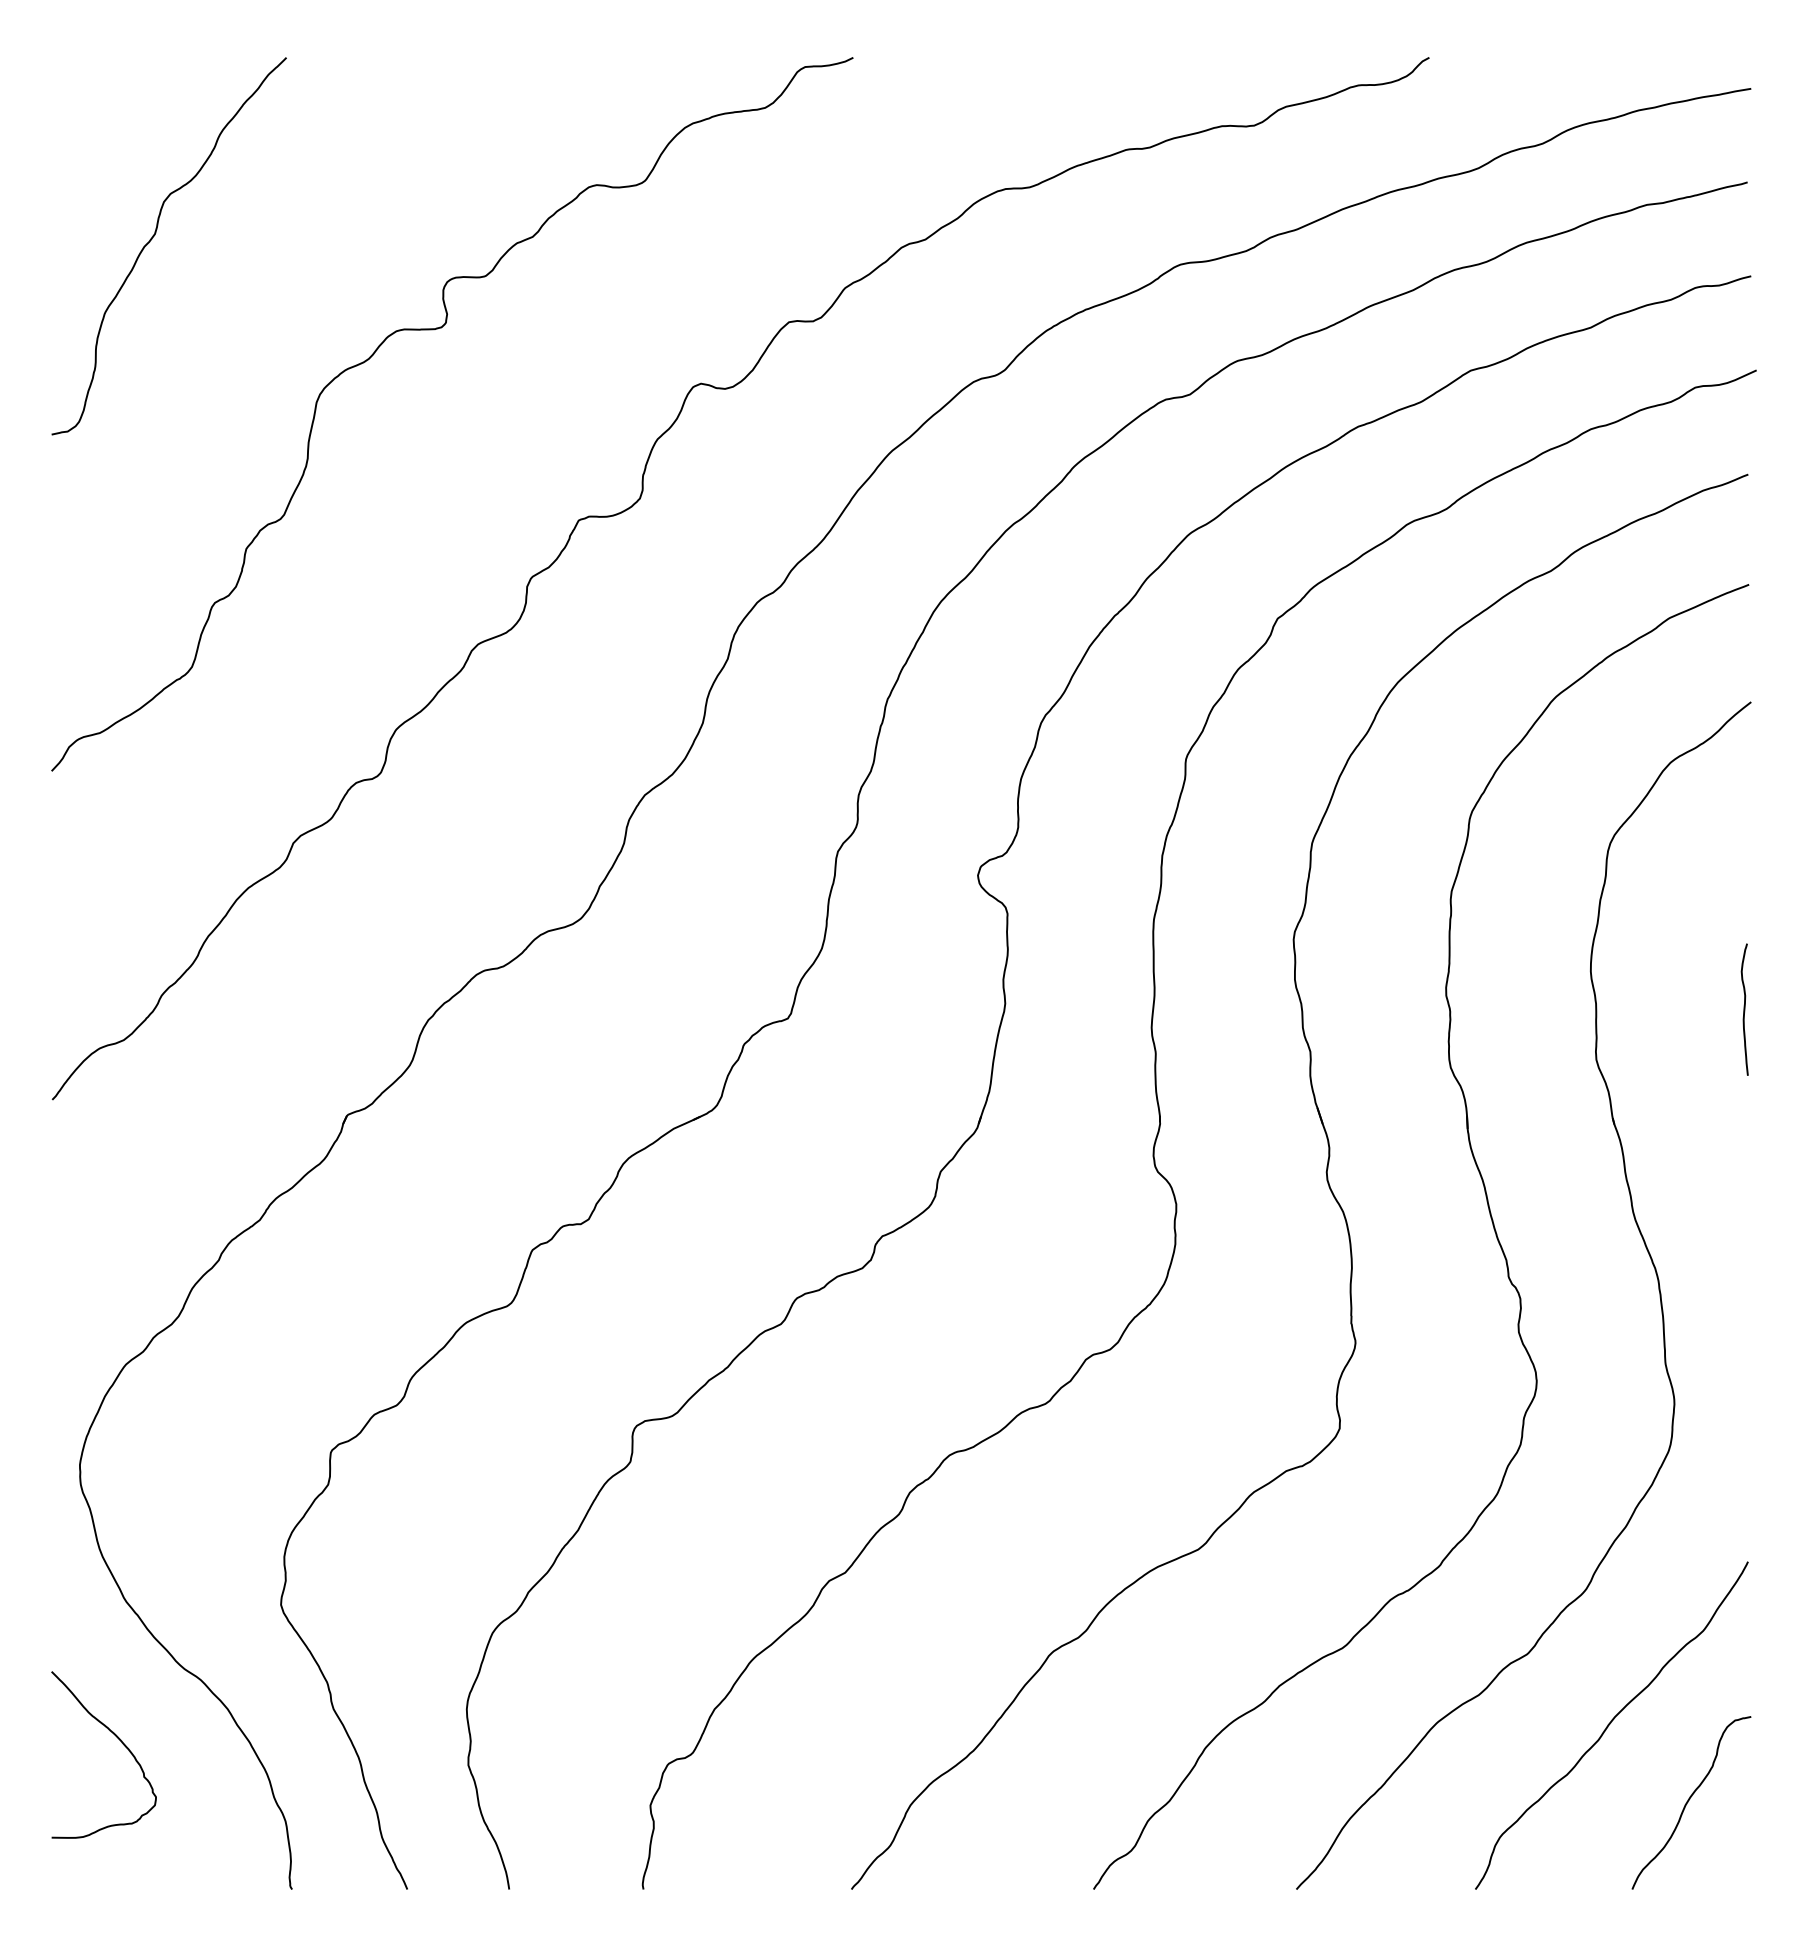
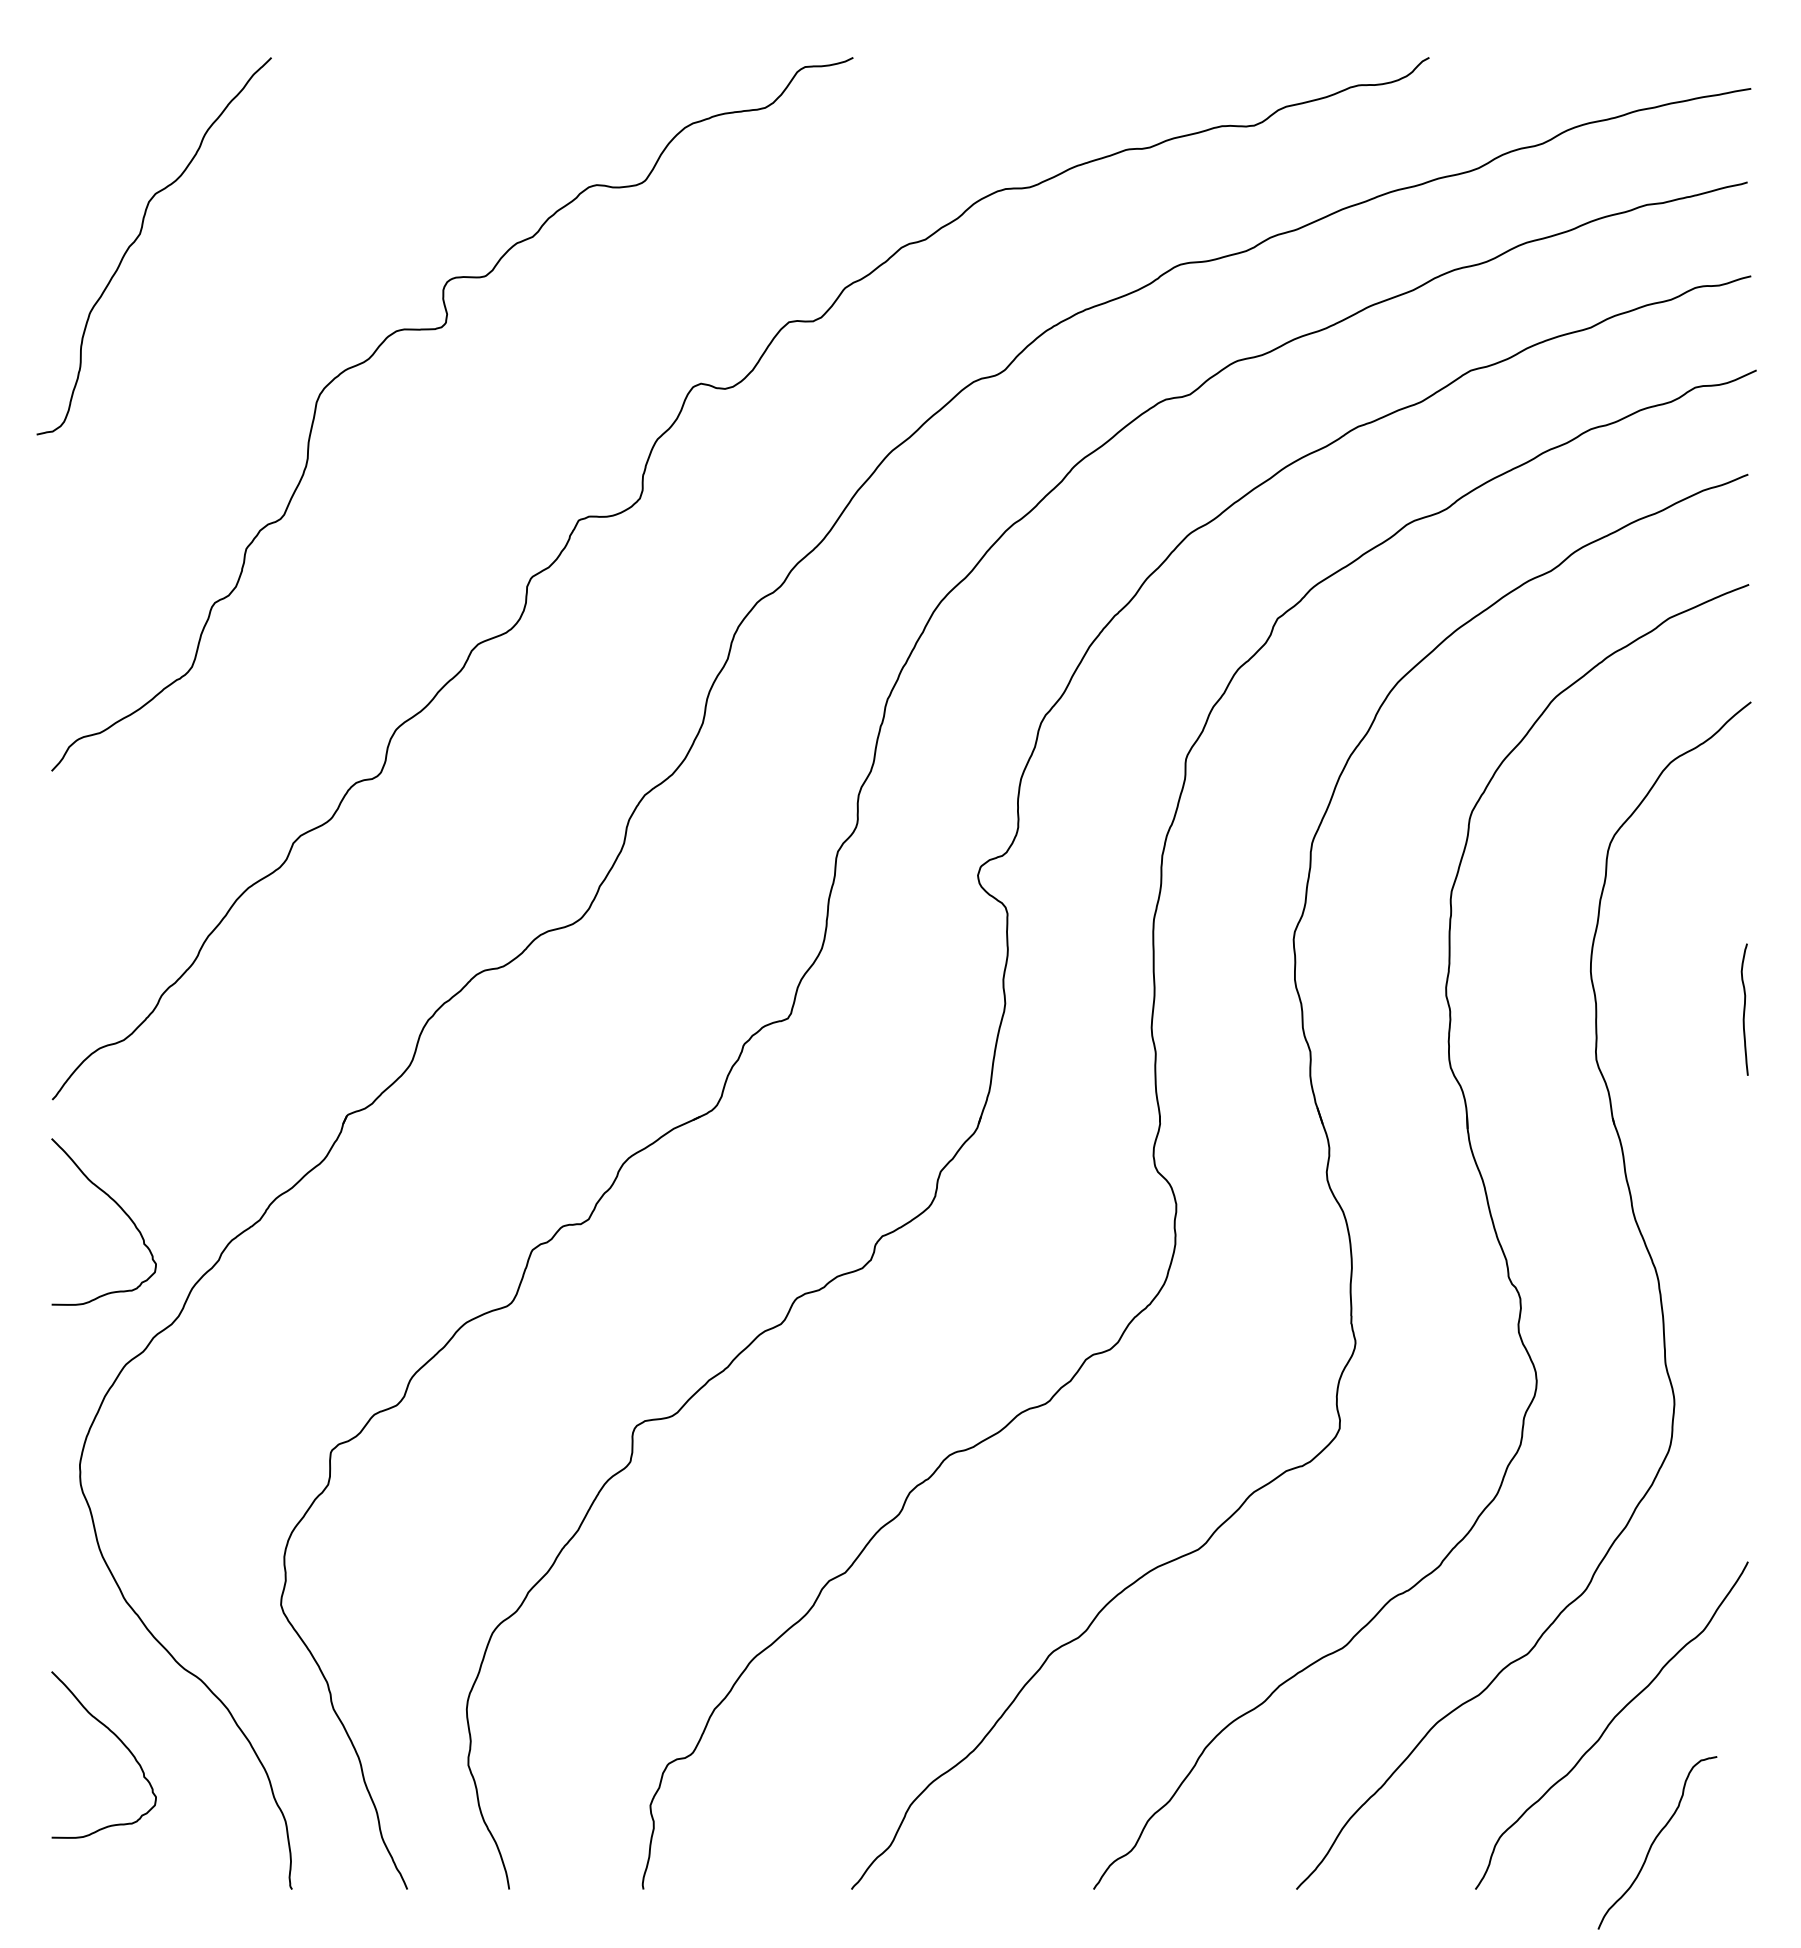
curve at (155, 235) position: (155, 235) -> (140, 235)
curve at (118, 1206): none -> present
curve at (1689, 1800) position: (1689, 1800) -> (1655, 1840)
